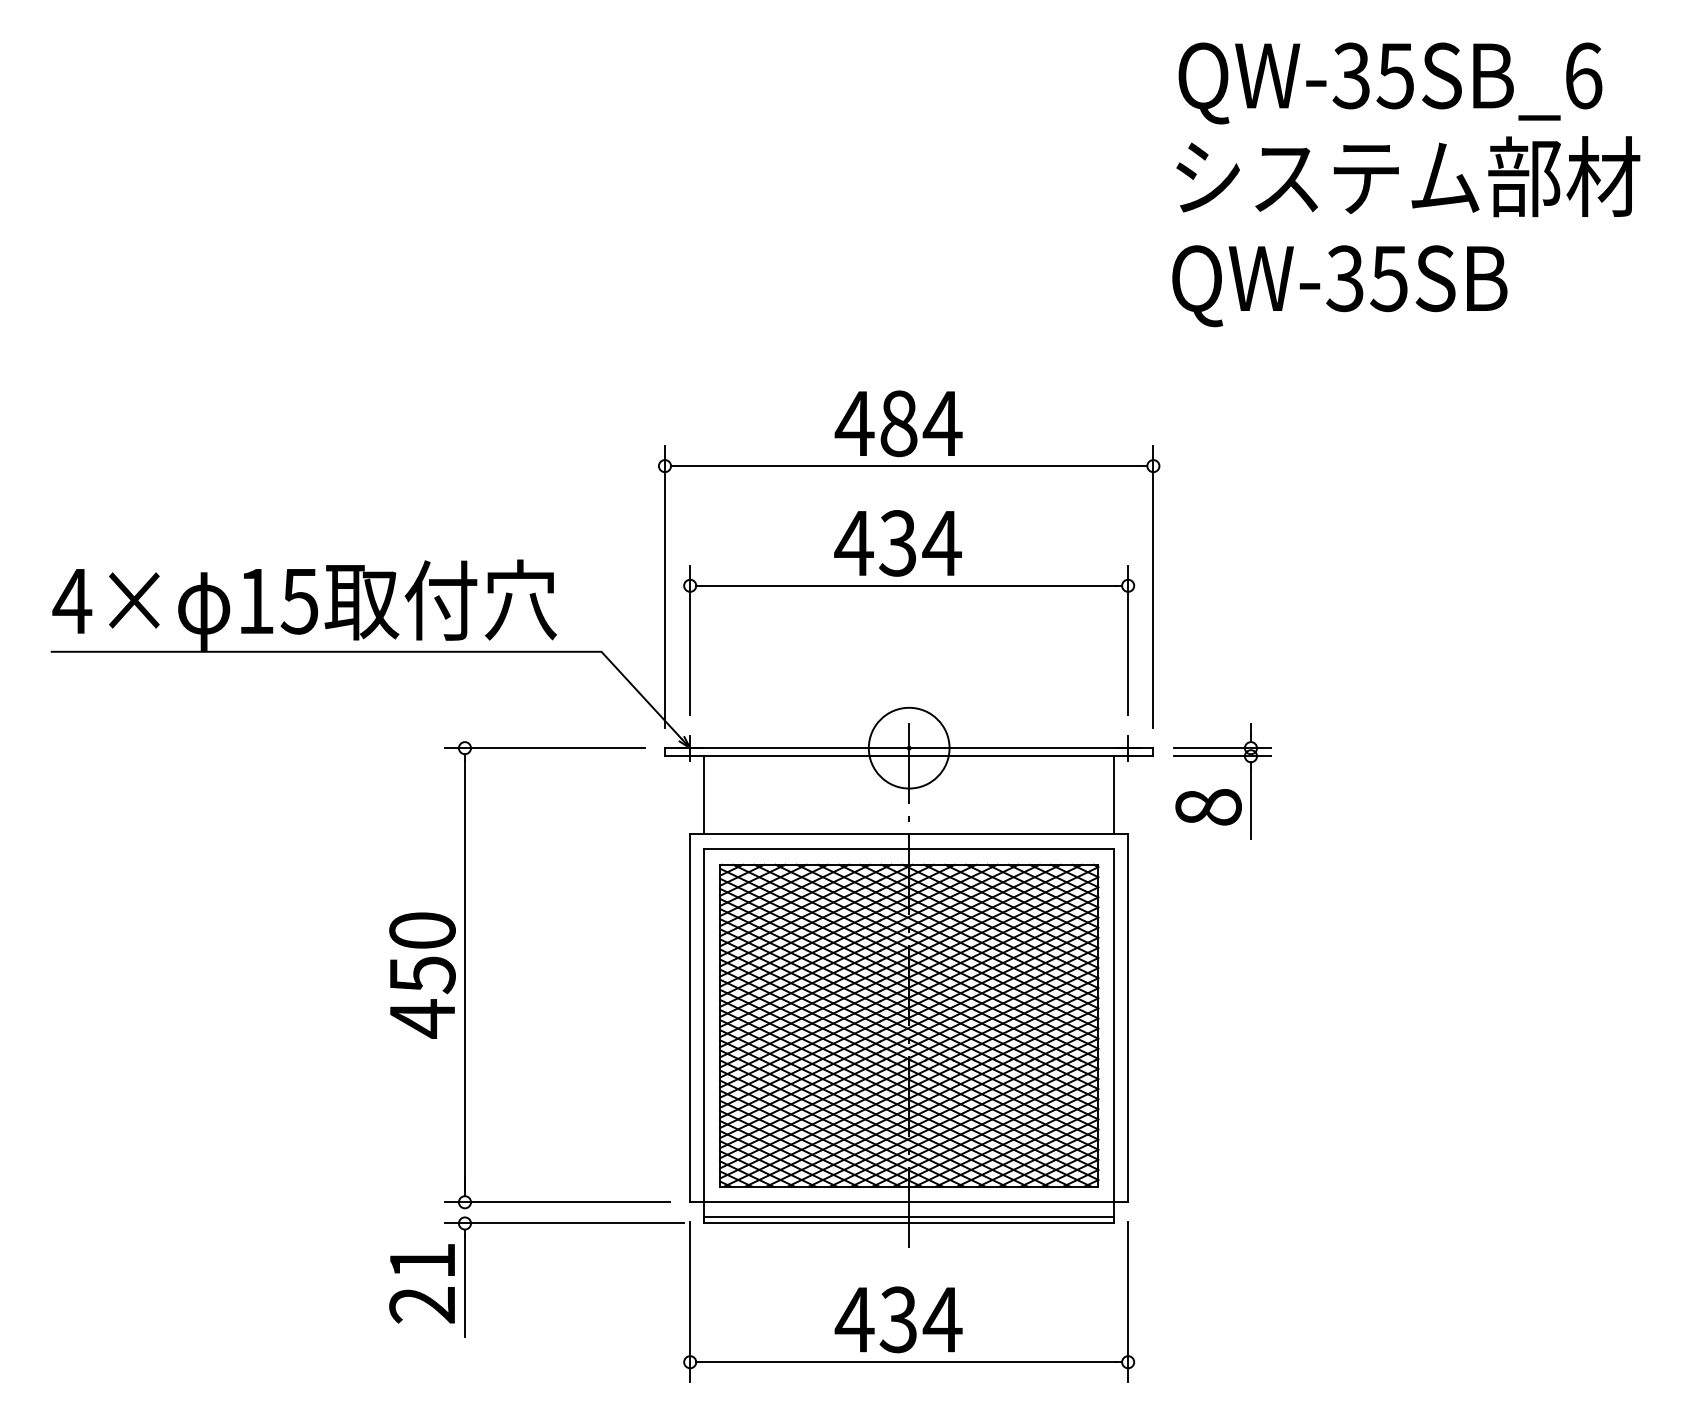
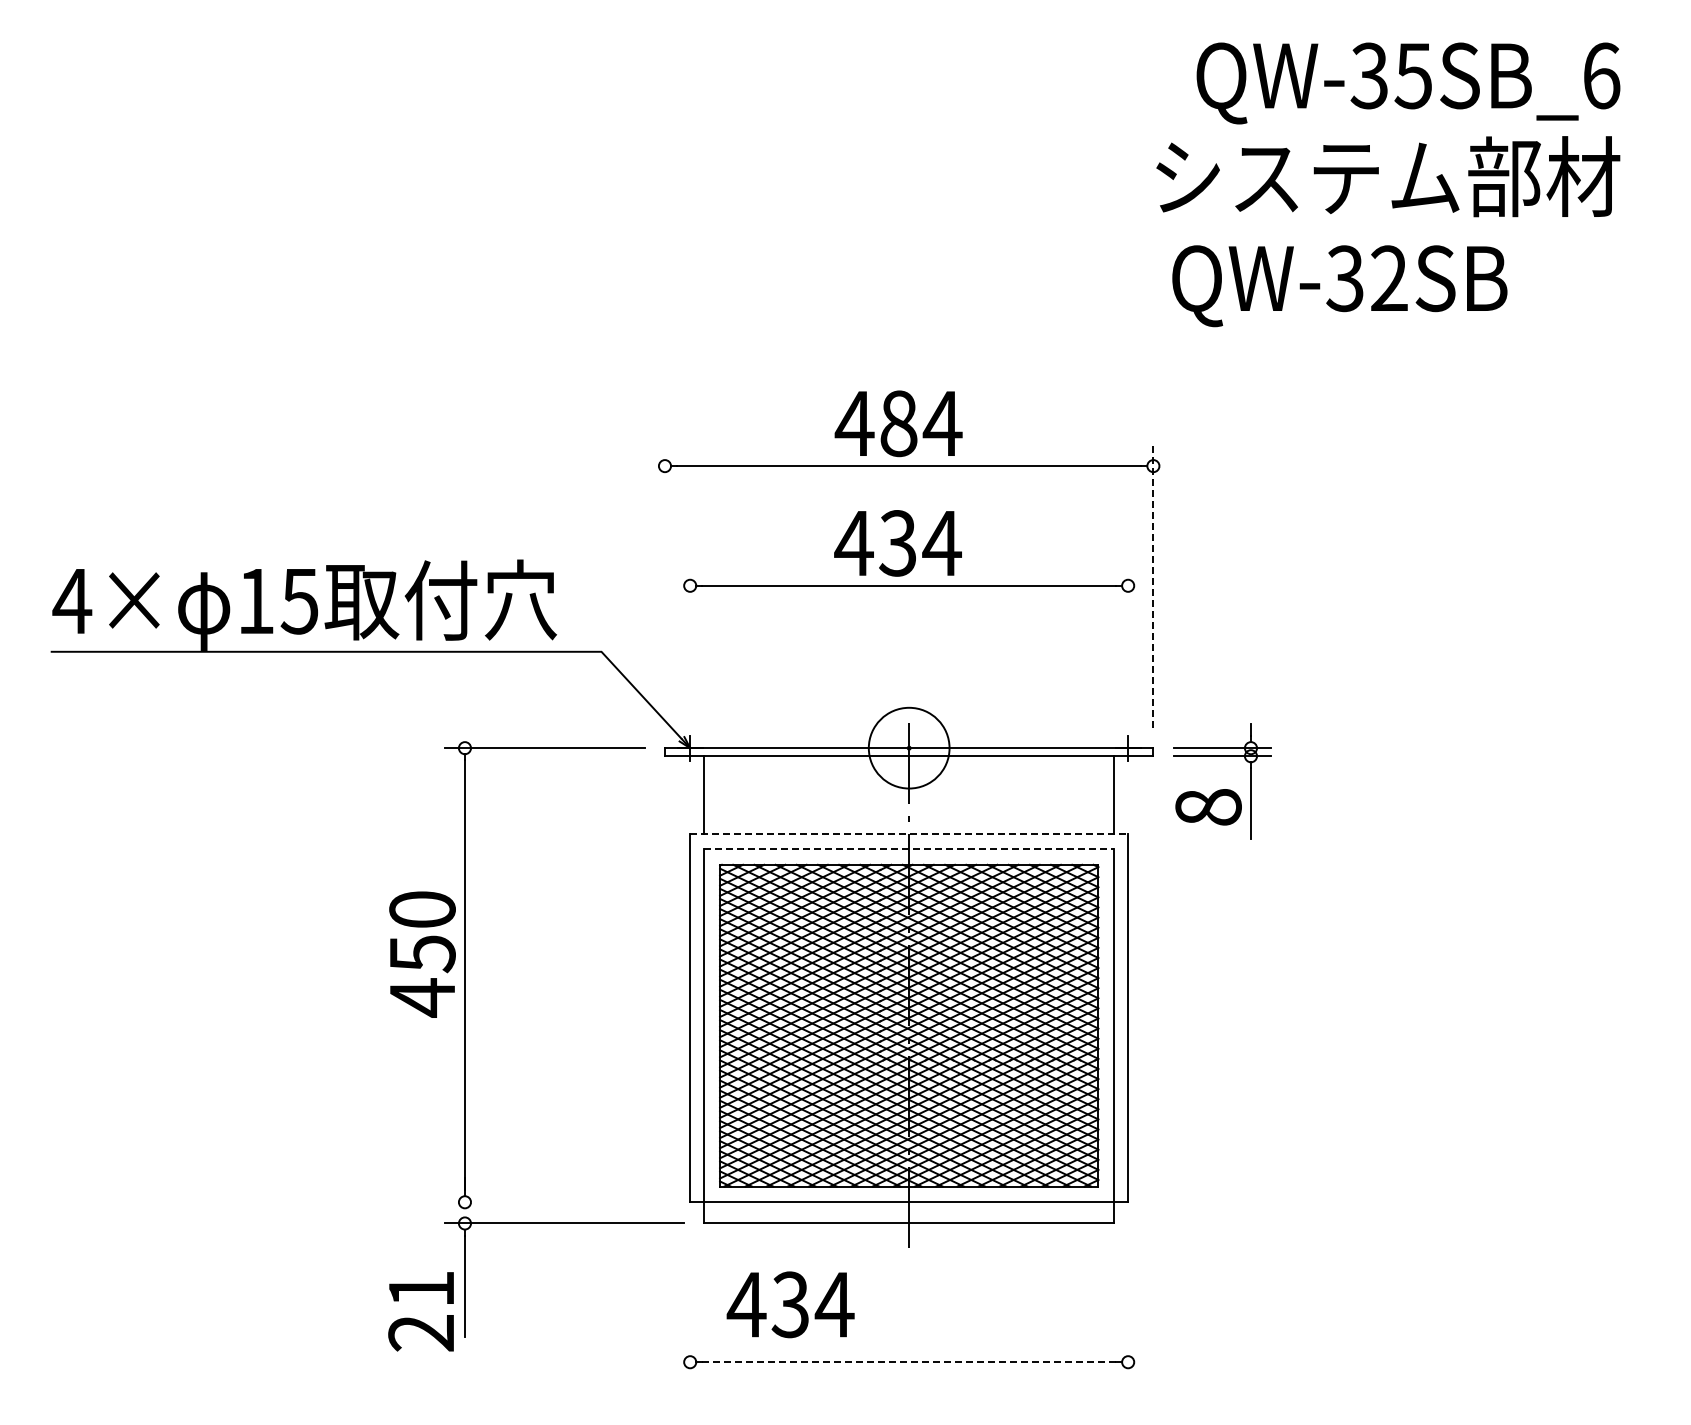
text at (1390, 83) position: (1390, 83) -> (1408, 83)
text at (1408, 176) position: (1408, 176) -> (1388, 176)
text at (1388, 278): QW-35SB -> QW-32SB
line at (664, 586): present -> none
line at (1153, 586): solid -> dashed
line at (690, 640): present -> none
line at (1128, 640): present -> none
line at (909, 833): solid -> dashed
line at (909, 849): solid -> dashed
text at (422, 975) position: (422, 975) -> (422, 954)
line at (557, 1202): present -> none
line at (909, 1217): present -> none
text at (421, 1283) position: (421, 1283) -> (420, 1311)
line at (690, 1302): present -> none
line at (1128, 1302): present -> none
text at (898, 1319) position: (898, 1319) -> (790, 1304)
line at (909, 1362): solid -> dashed
